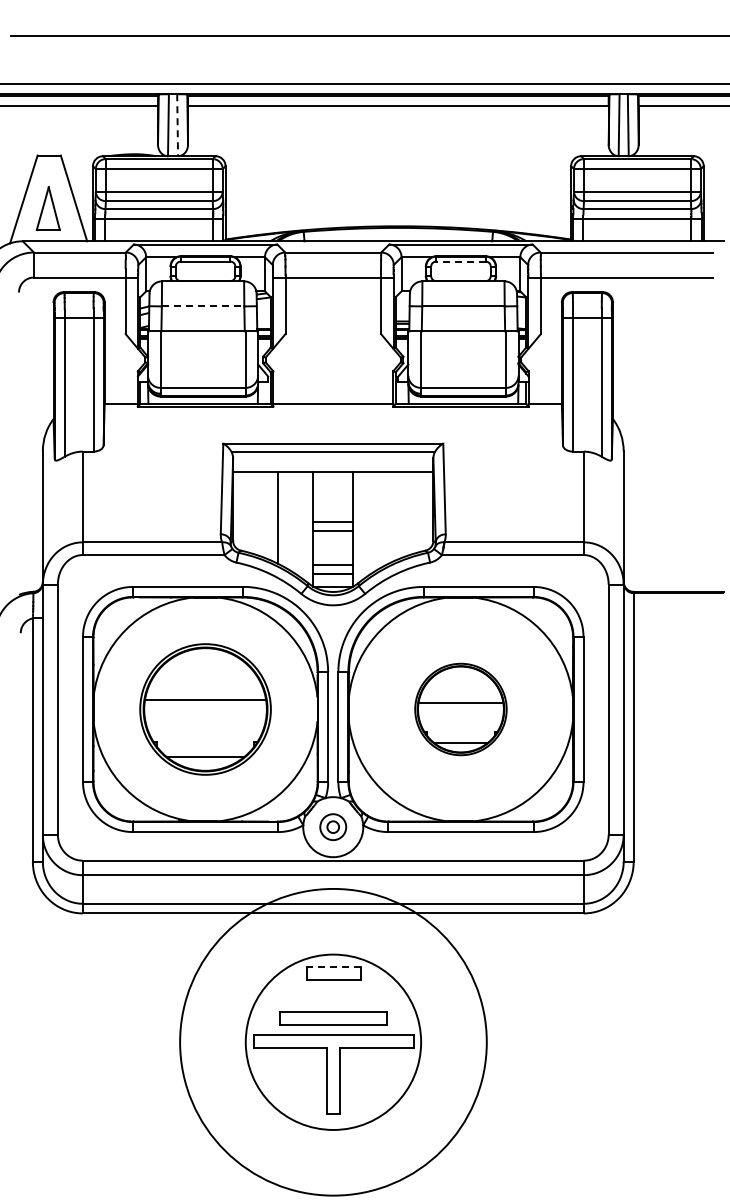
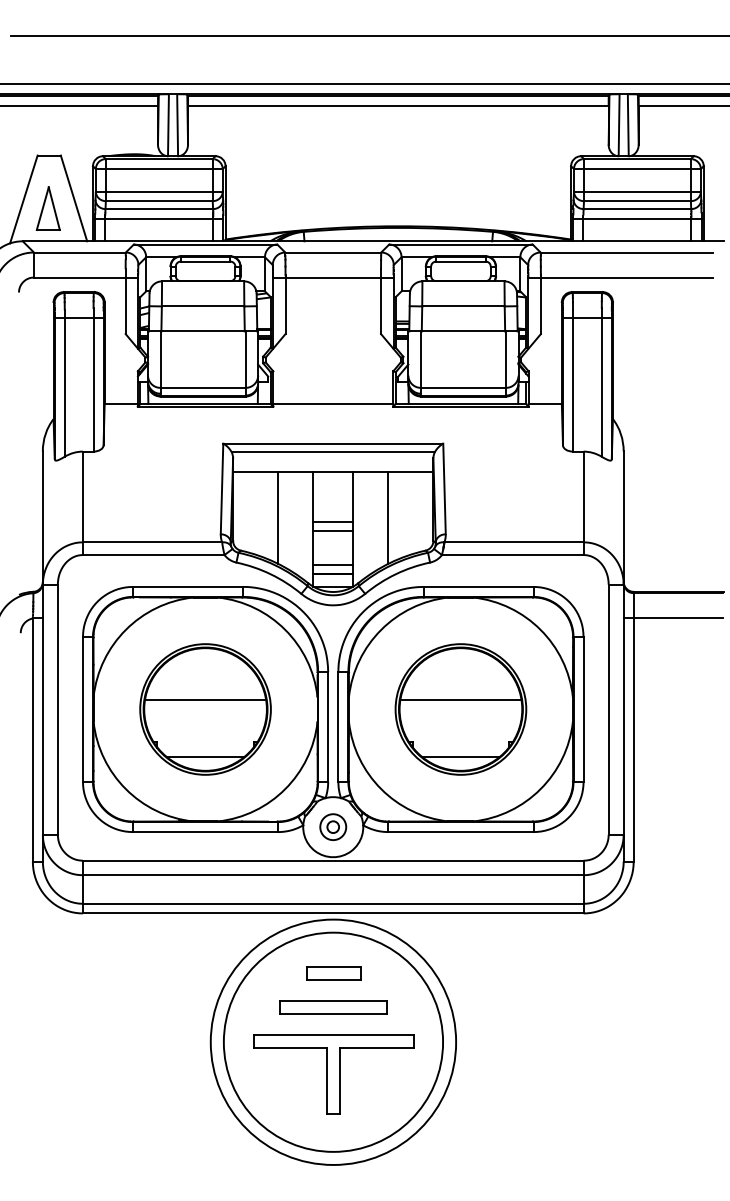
line at (177, 125): dashed -> solid
line at (460, 261): dashed -> solid
line at (203, 306): dashed -> solid
line at (388, 517): none -> present
line at (672, 618): none -> present
part at (460, 709) size: 94x95 px -> 134x133 px
line at (333, 967): dashed -> solid
part at (333, 1018) position: (333, 1018) -> (333, 1007)
circle at (333, 1041) diameter: 175 px -> 219 px
circle at (333, 1041) diameter: 307 px -> 245 px
